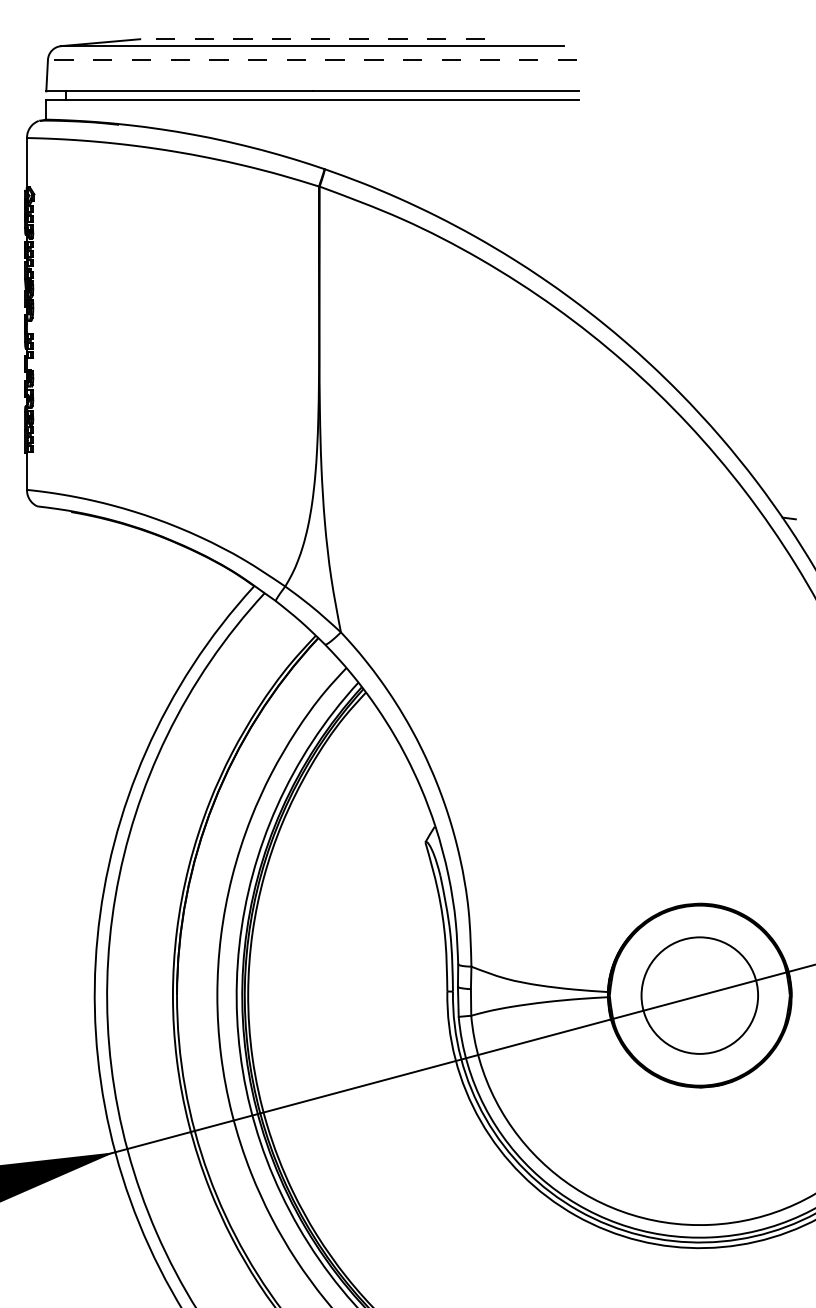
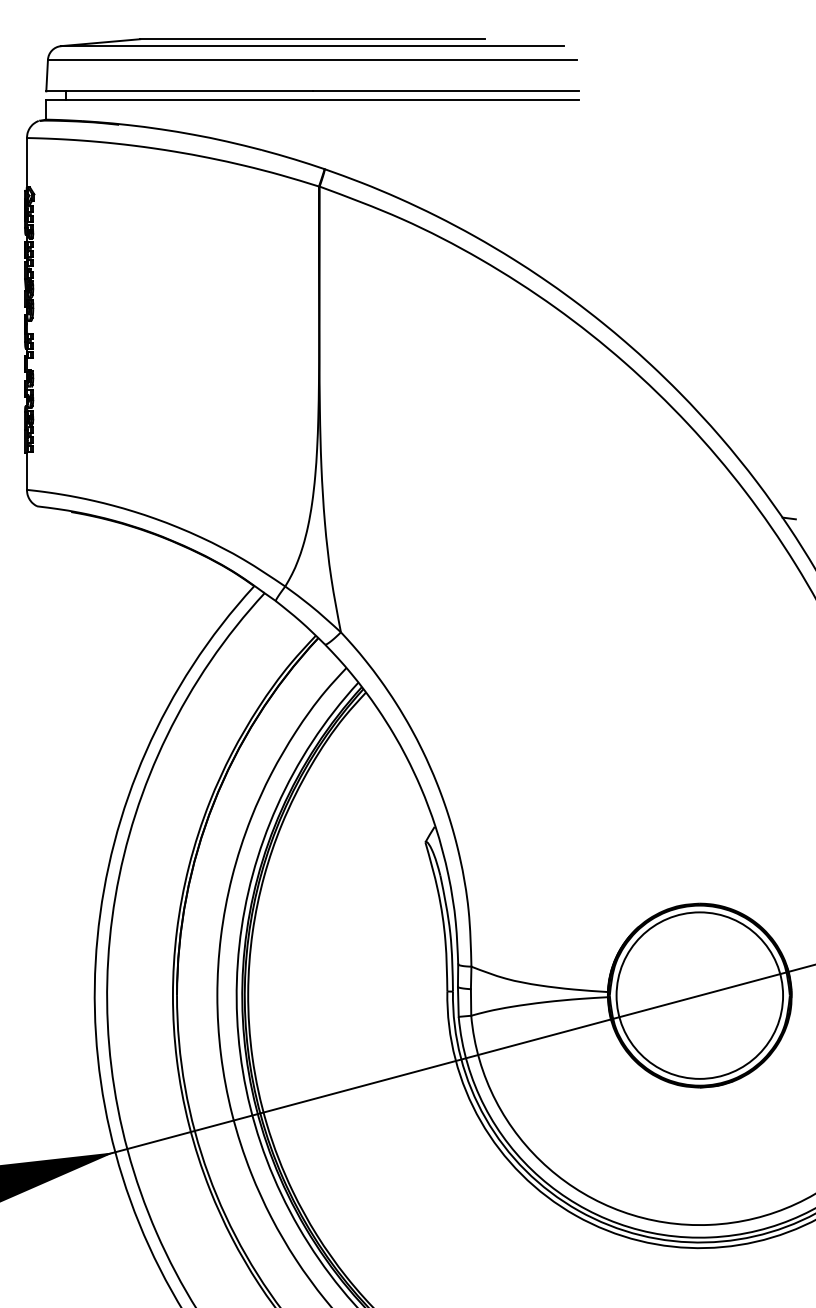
line at (312, 39): dashed -> solid
line at (312, 59): dashed -> solid
circle at (699, 995) diameter: 117 px -> 167 px
